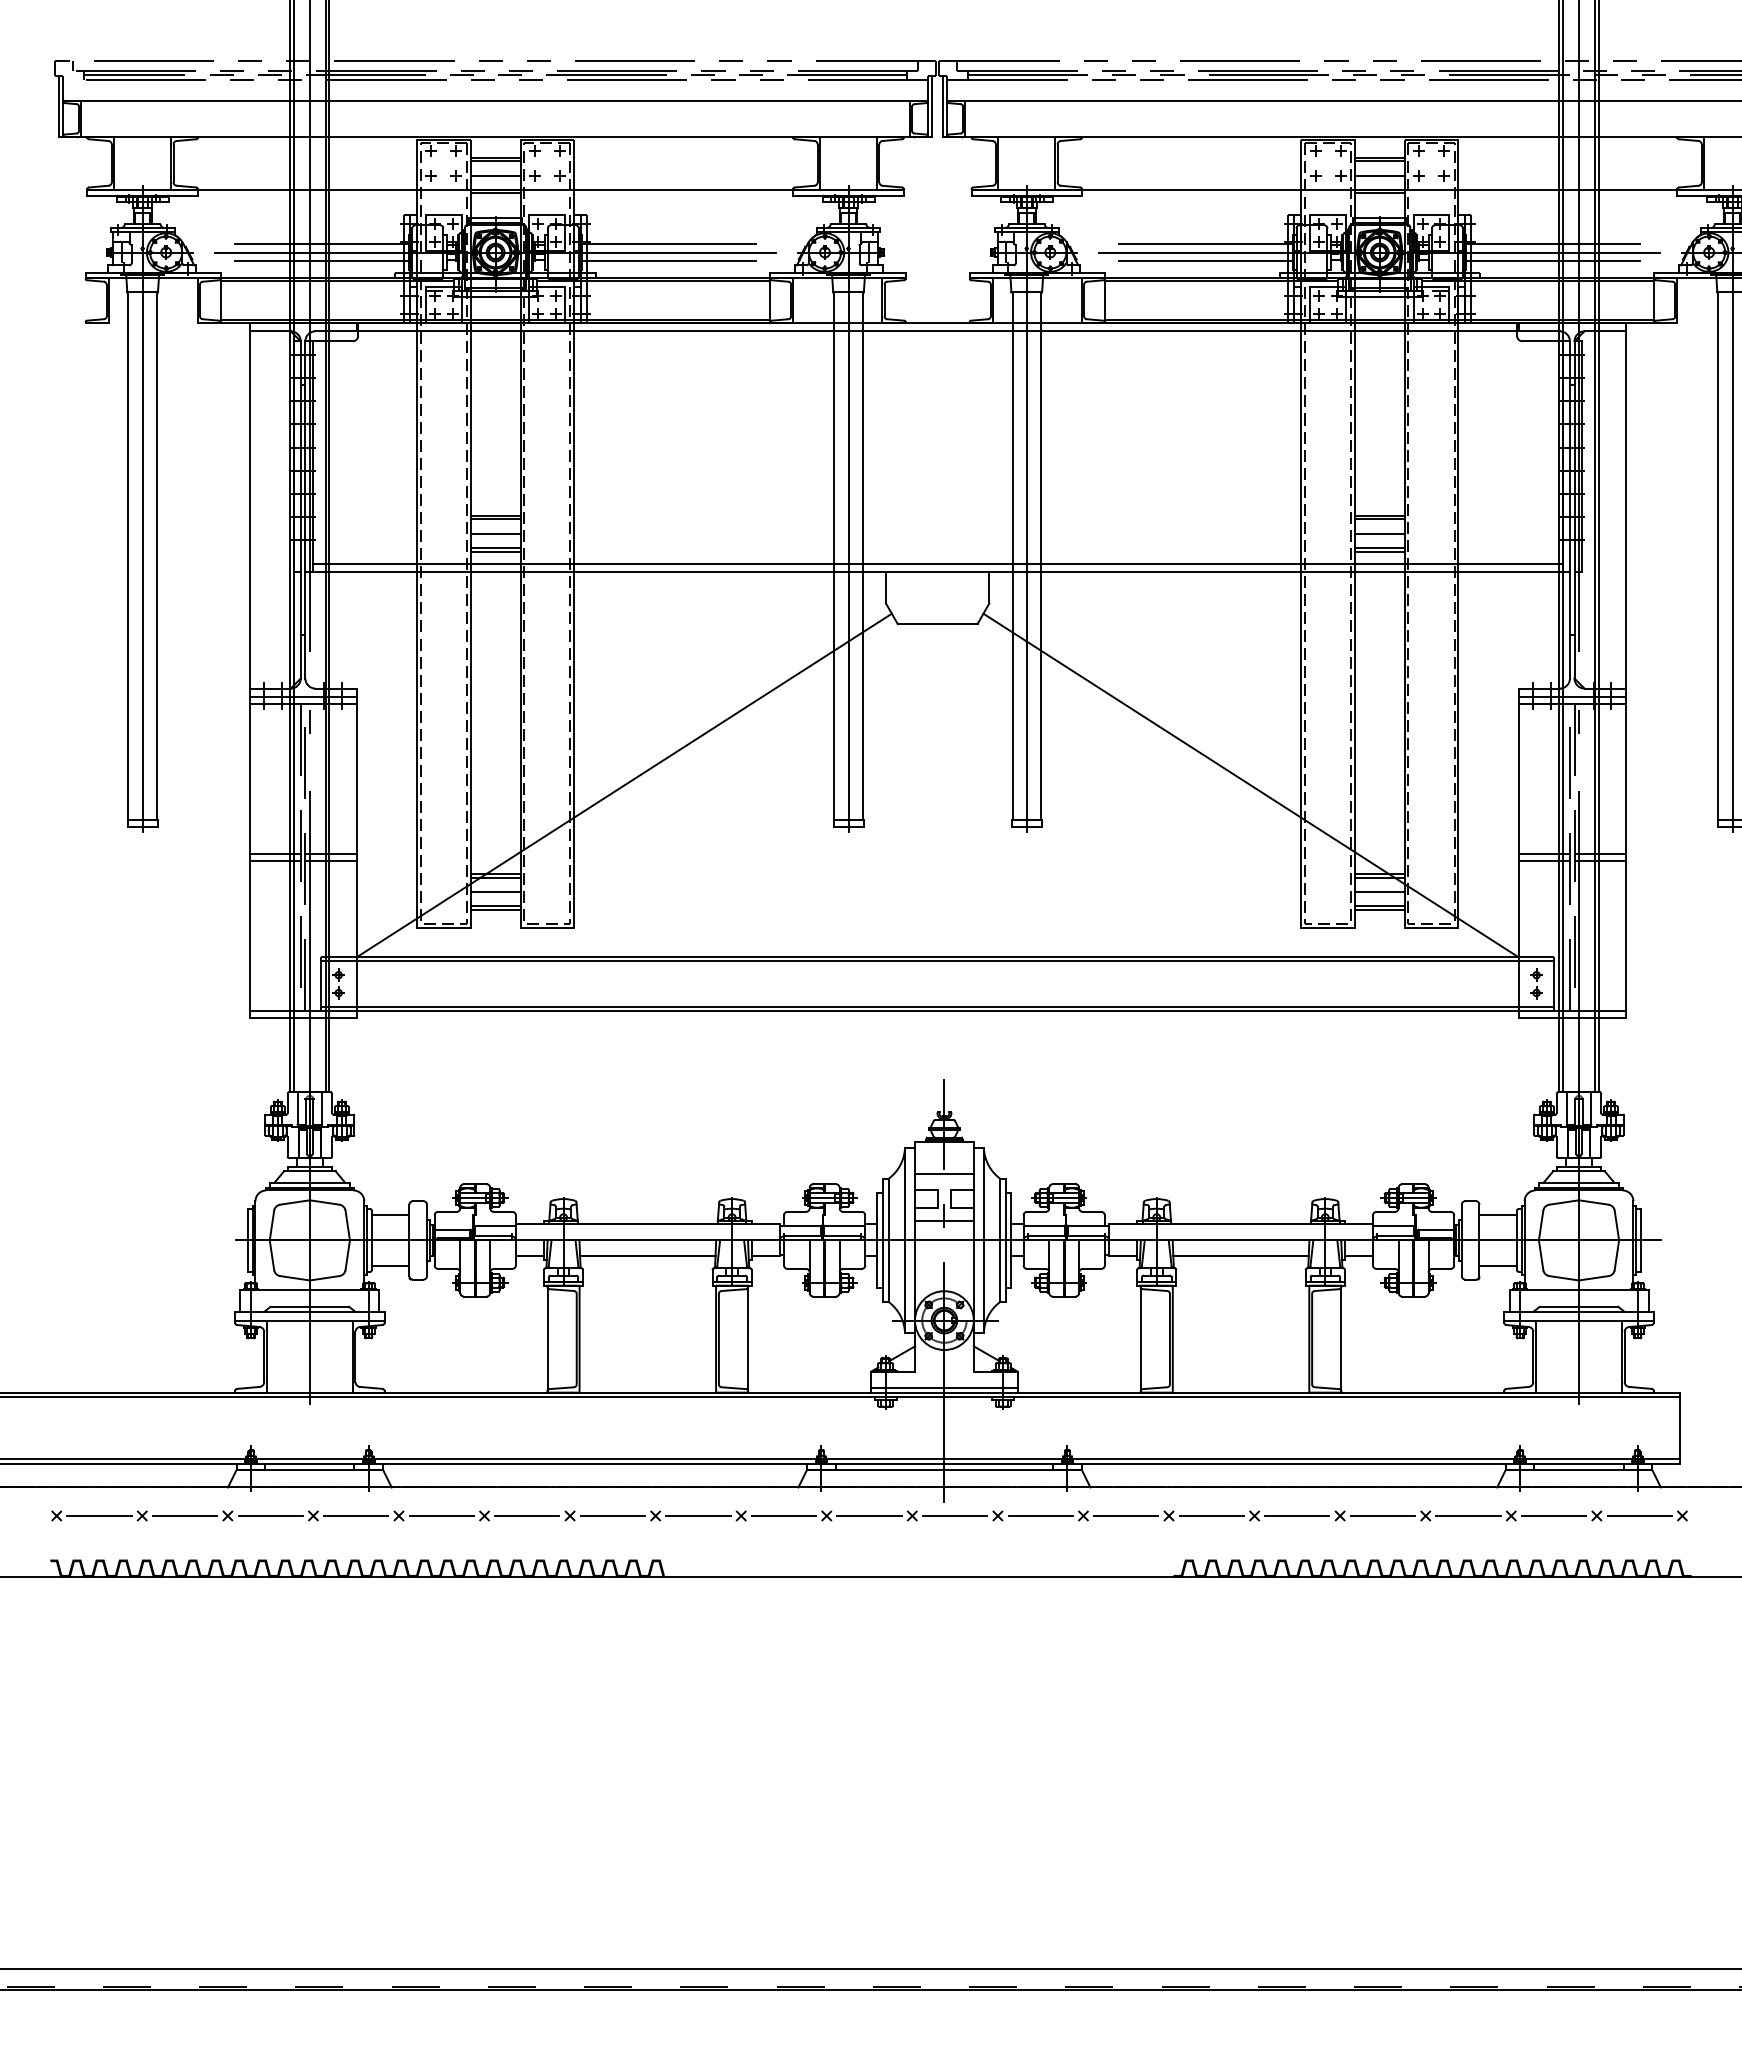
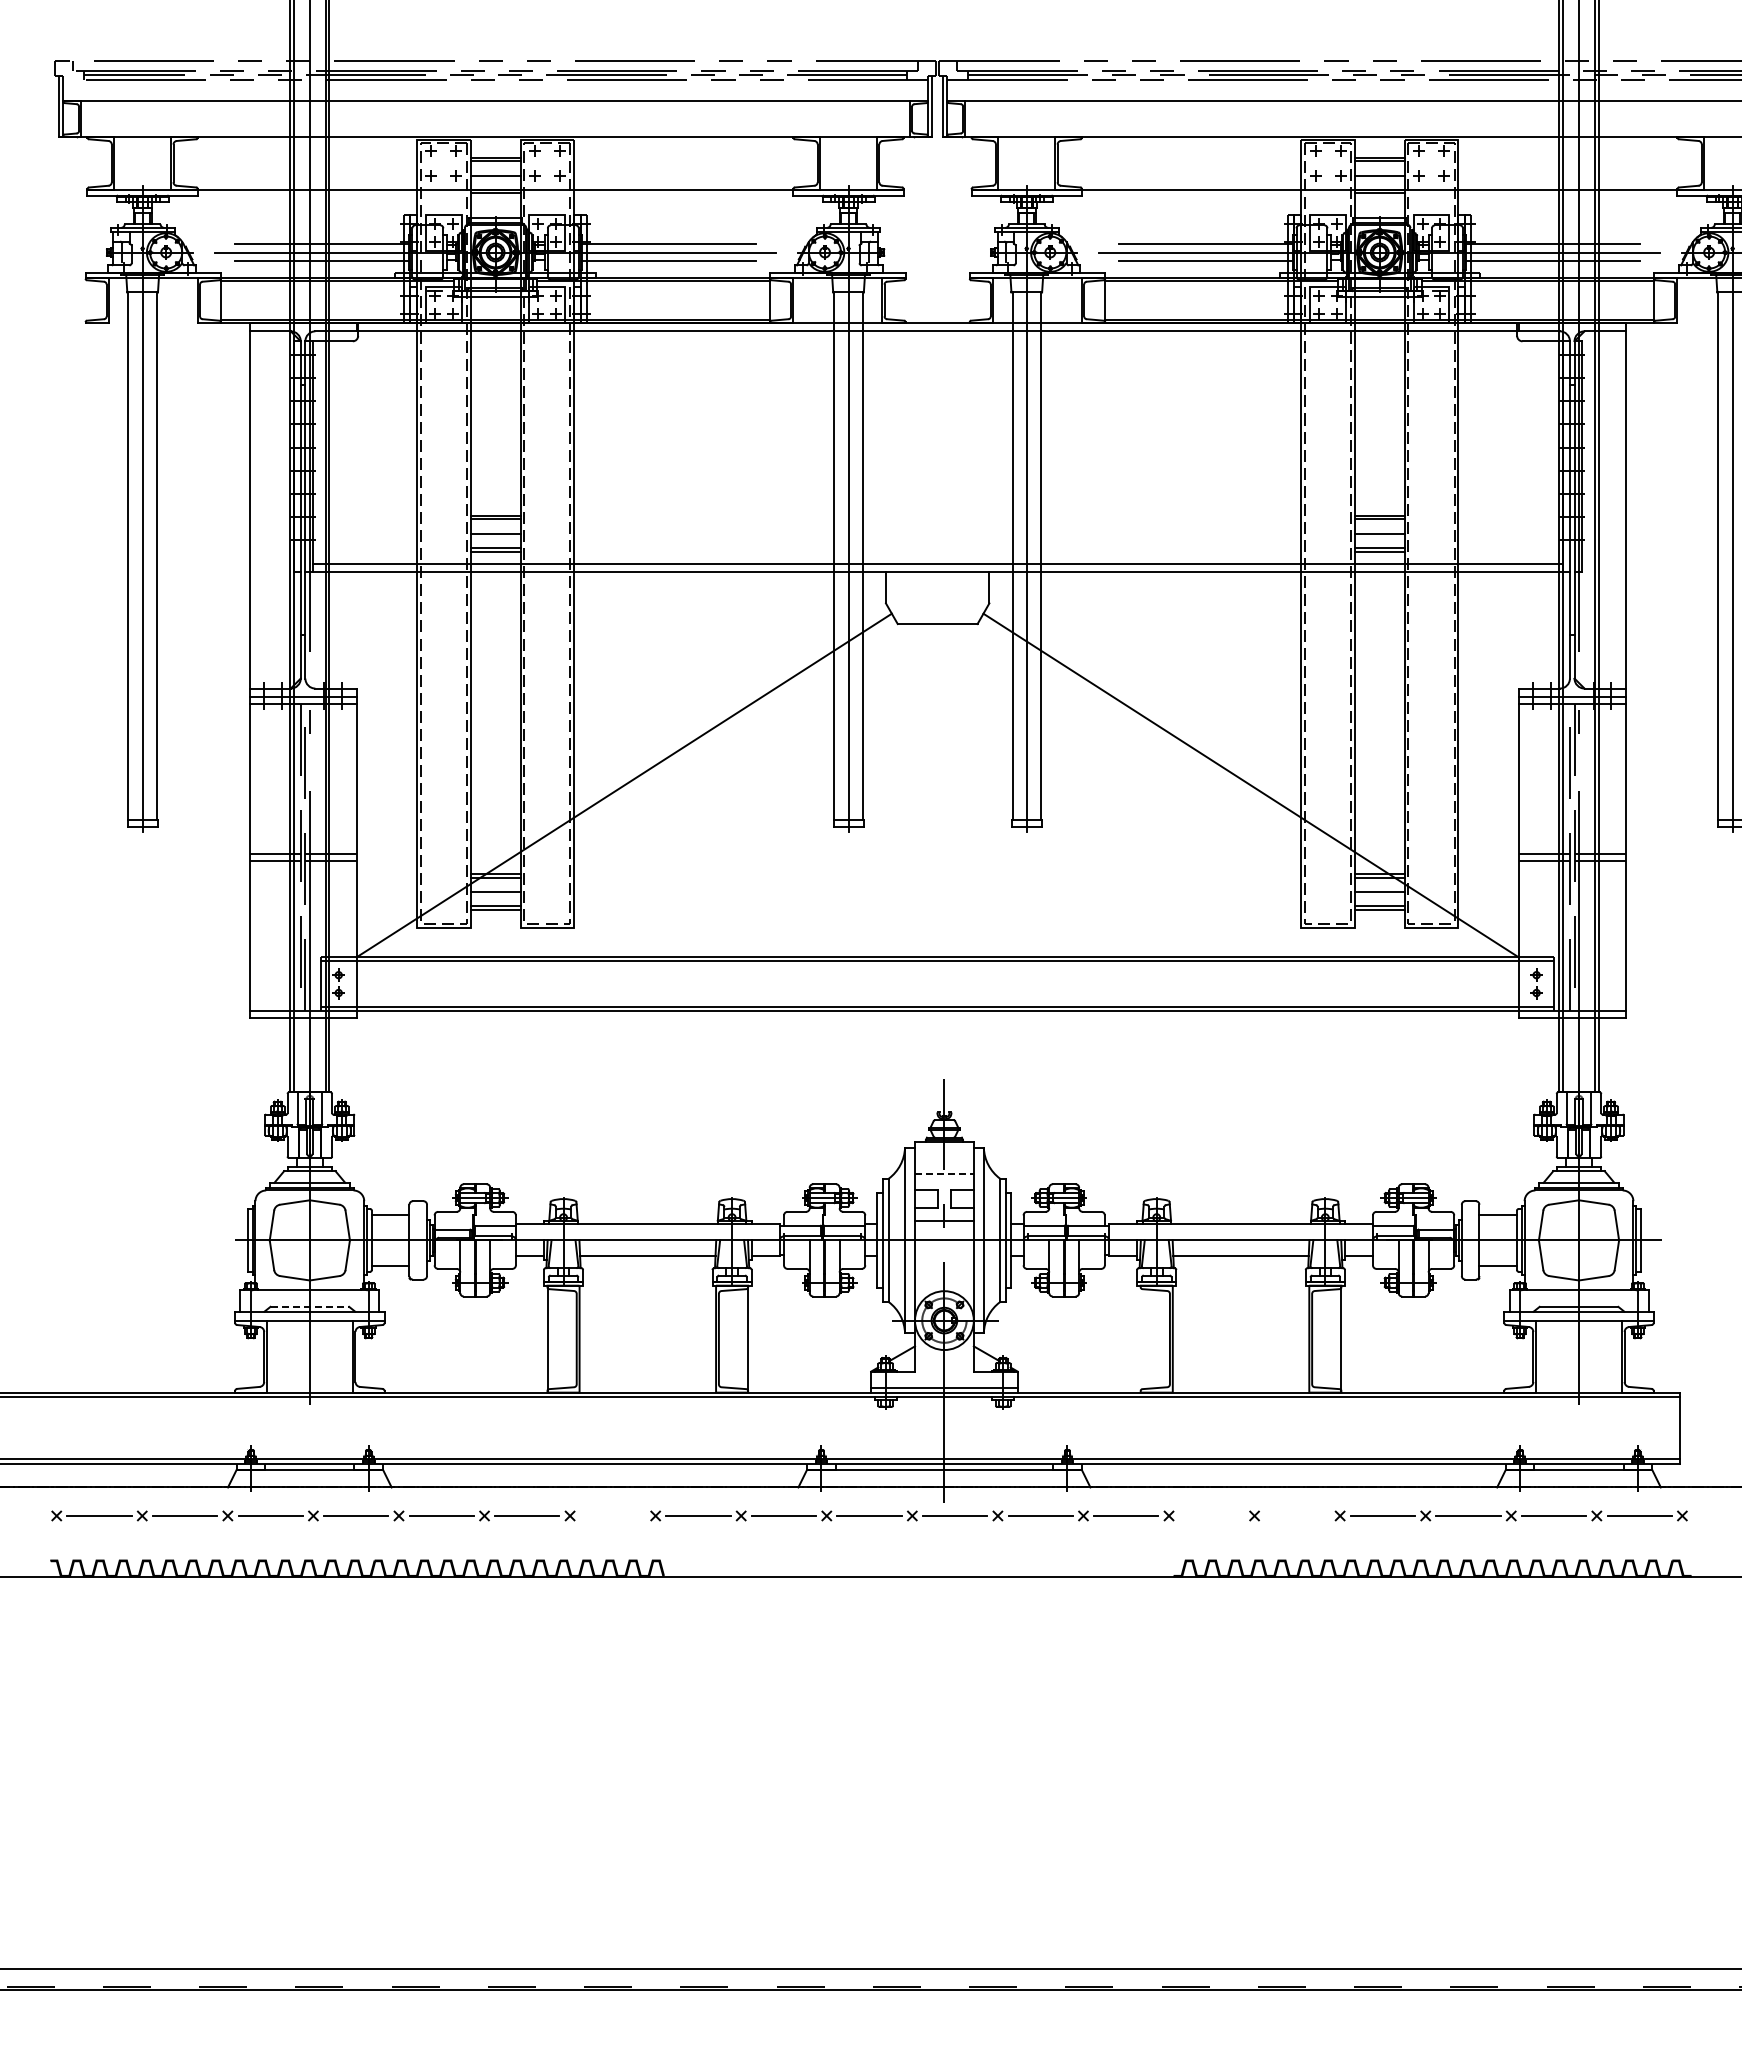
line at (944, 1173): solid -> dashed
line at (310, 1306): solid -> dashed
line at (1140, 1338): present -> none
line at (612, 1515): present -> none
line at (1211, 1515): present -> none
line at (1297, 1515): present -> none
